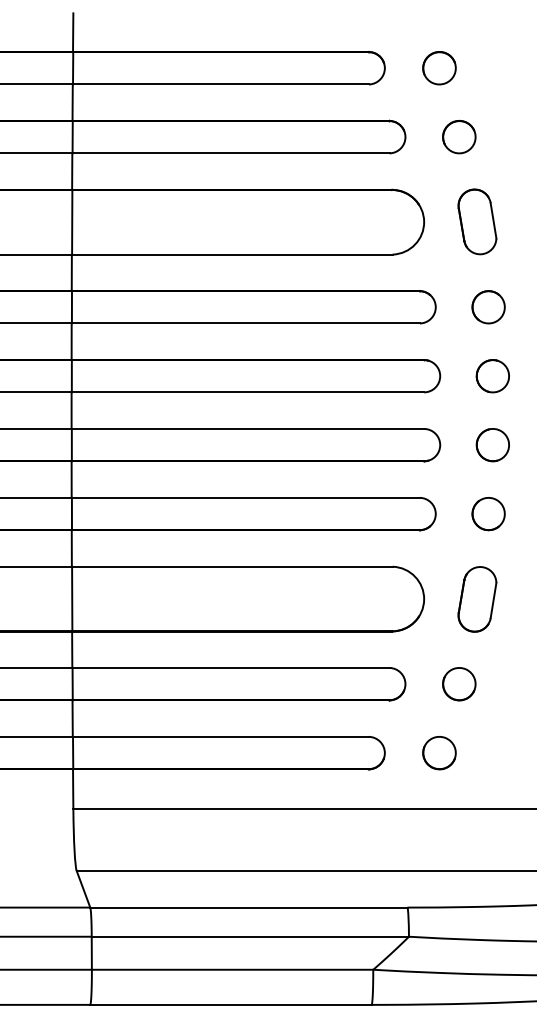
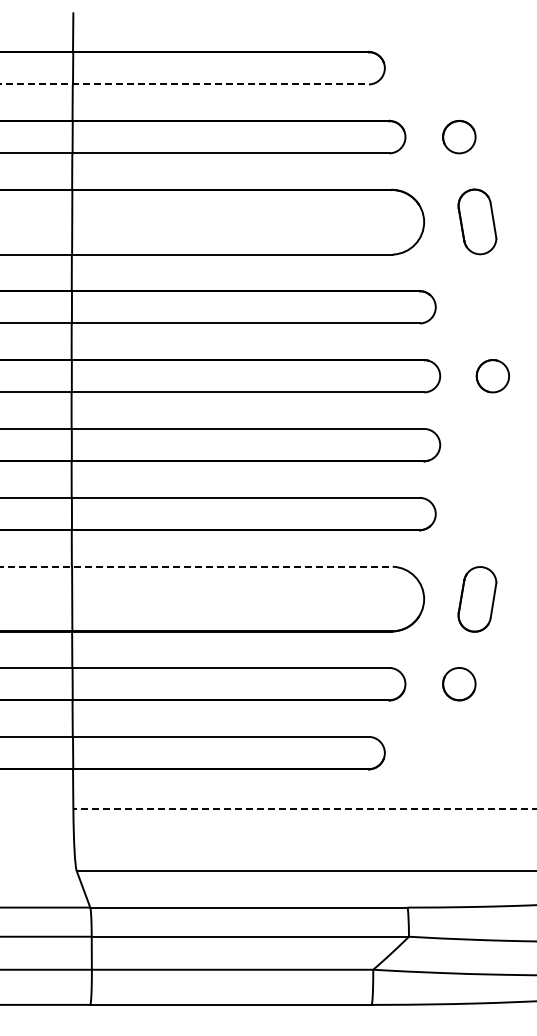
part at (439, 68): present -> none
line at (185, 84): solid -> dashed
part at (488, 307): present -> none
part at (492, 445): present -> none
part at (488, 514): present -> none
line at (196, 566): solid -> dashed
part at (439, 753): present -> none
line at (304, 808): solid -> dashed
